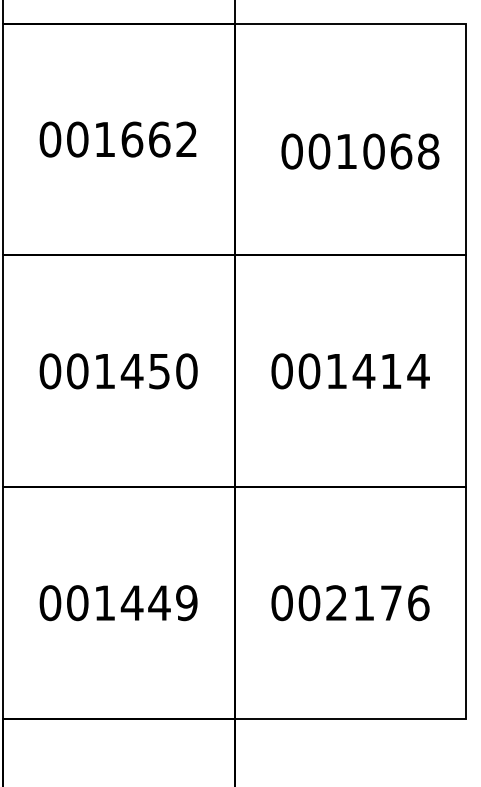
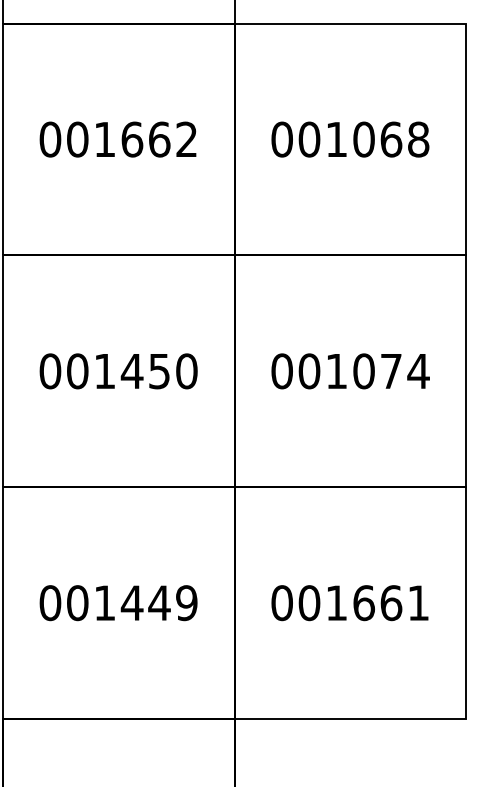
text at (360, 151) position: (360, 151) -> (350, 139)
text at (376, 371): 001414 -> 001074
text at (377, 603): 002176 -> 001661
